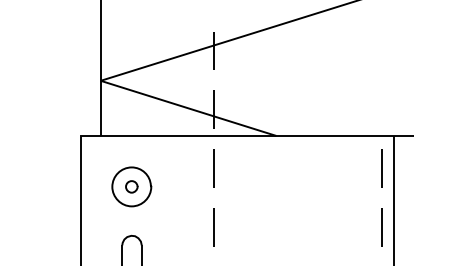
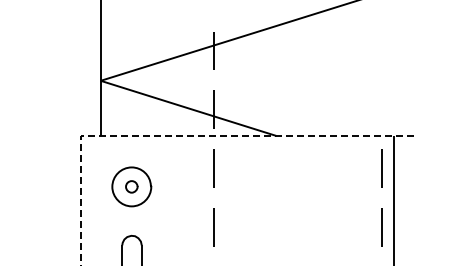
line at (182, 135): solid -> dashed
